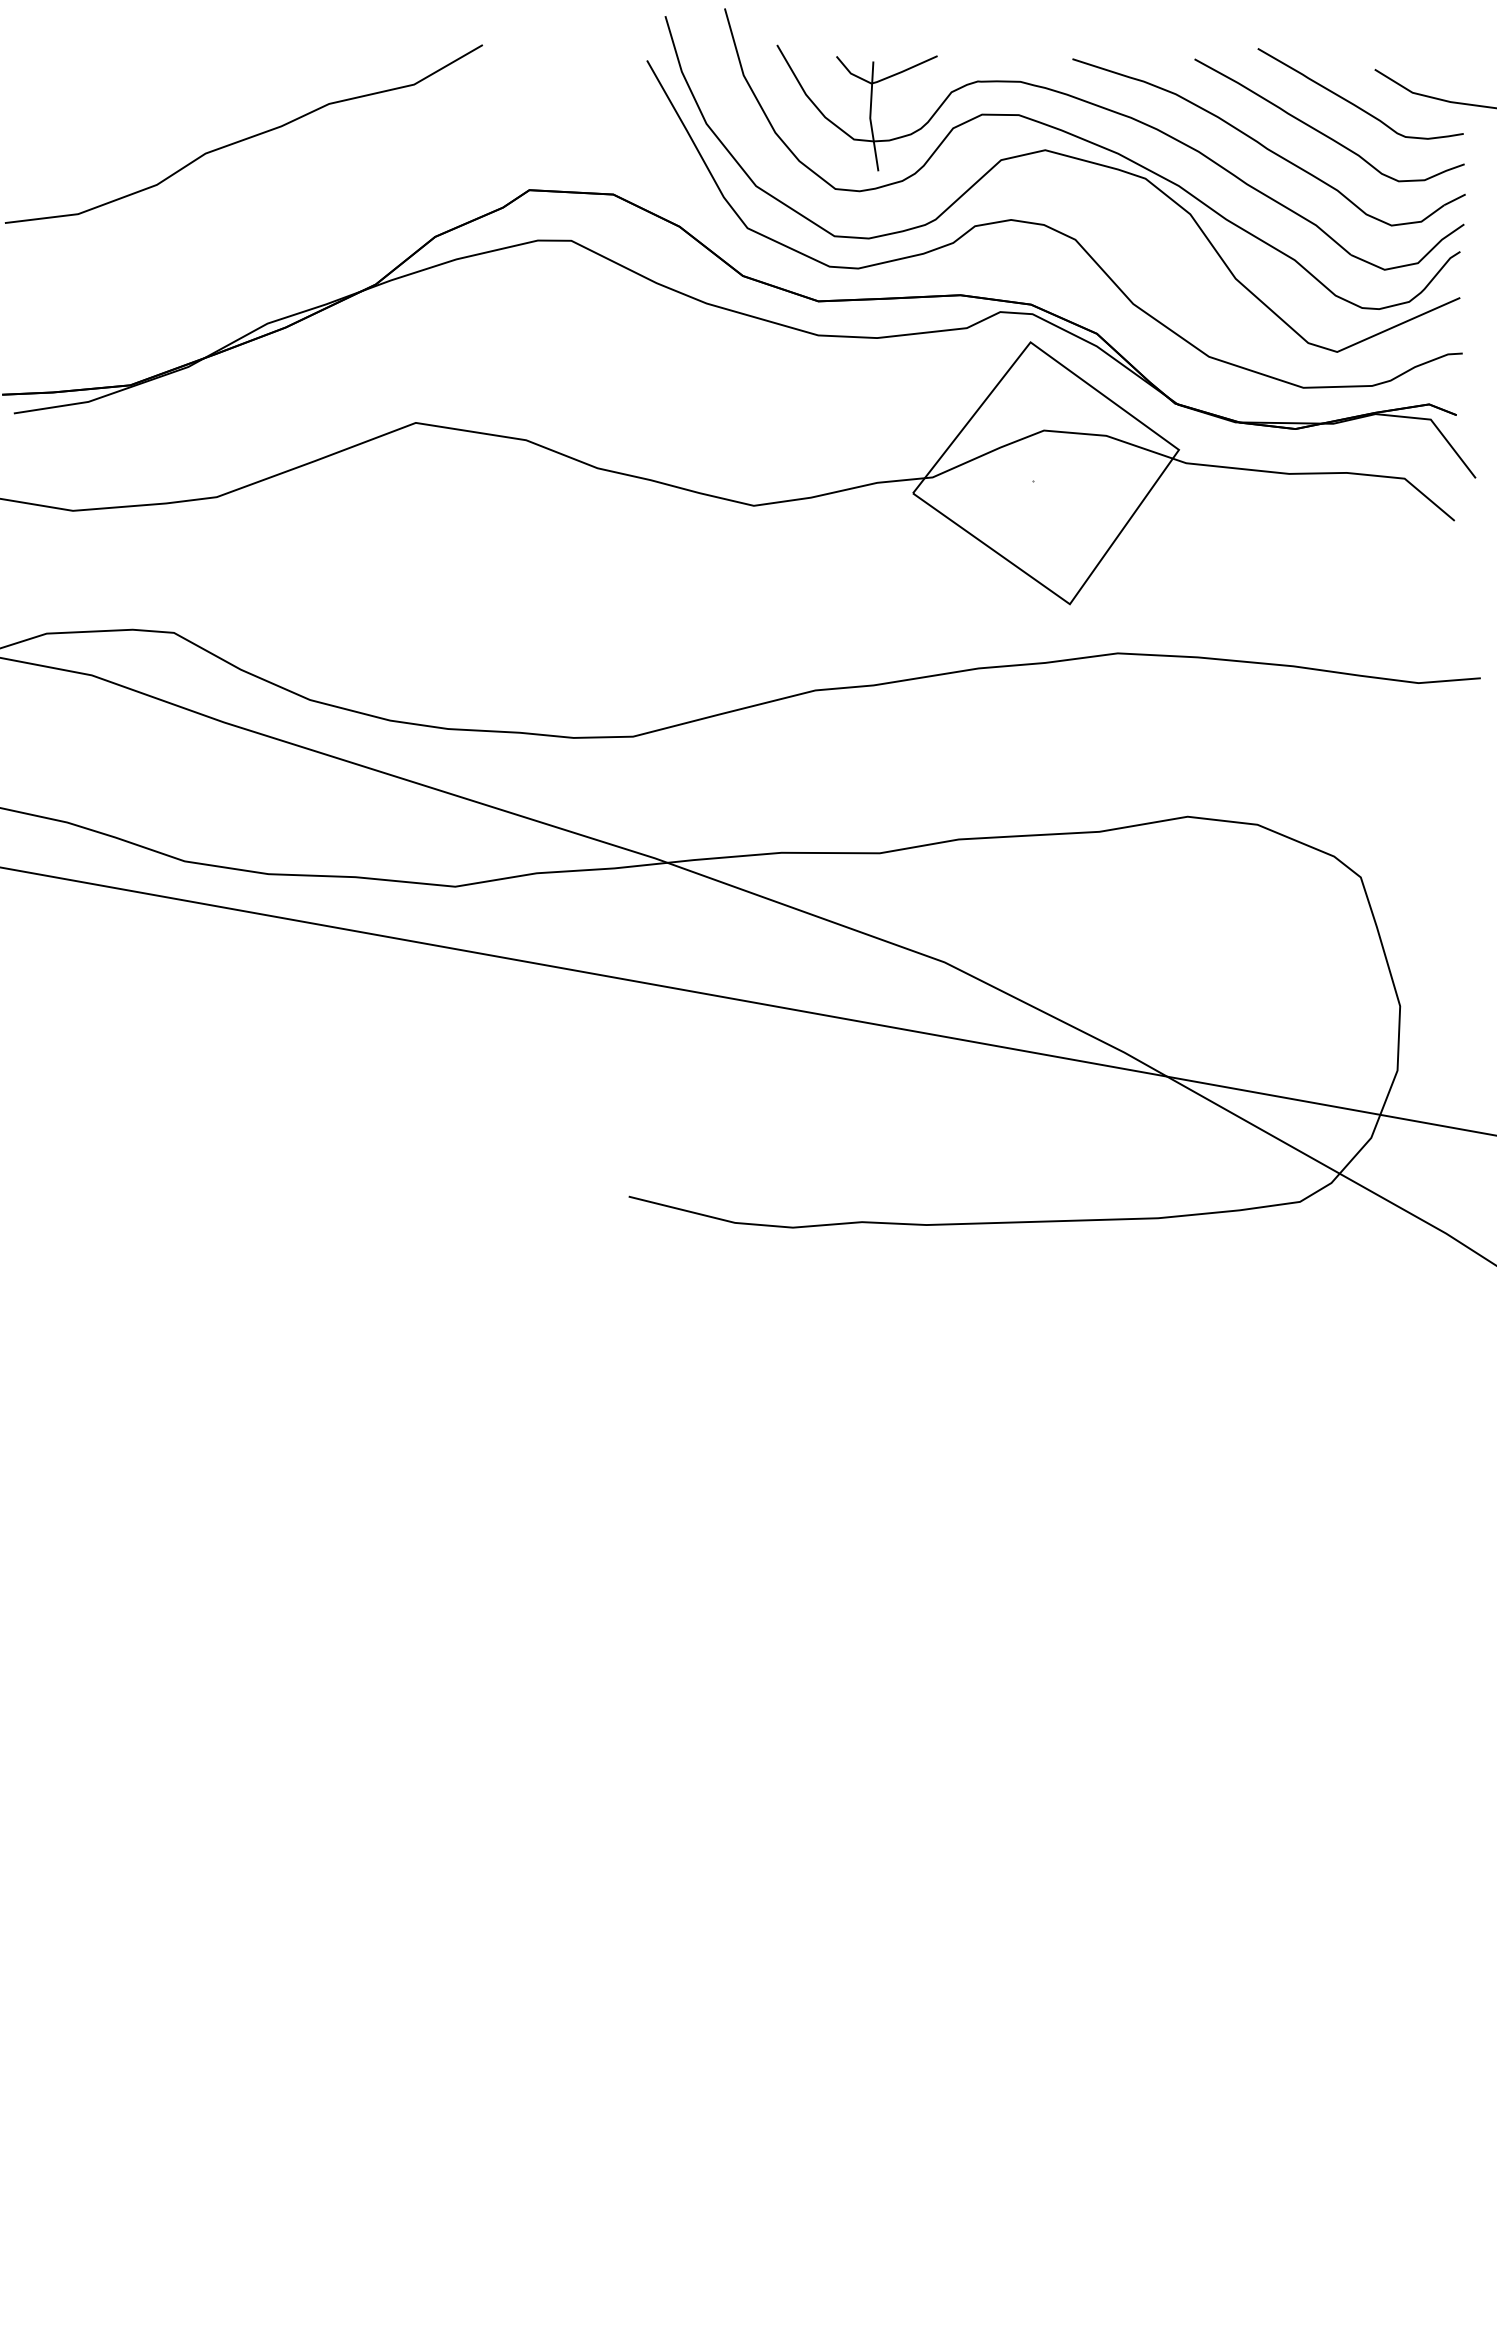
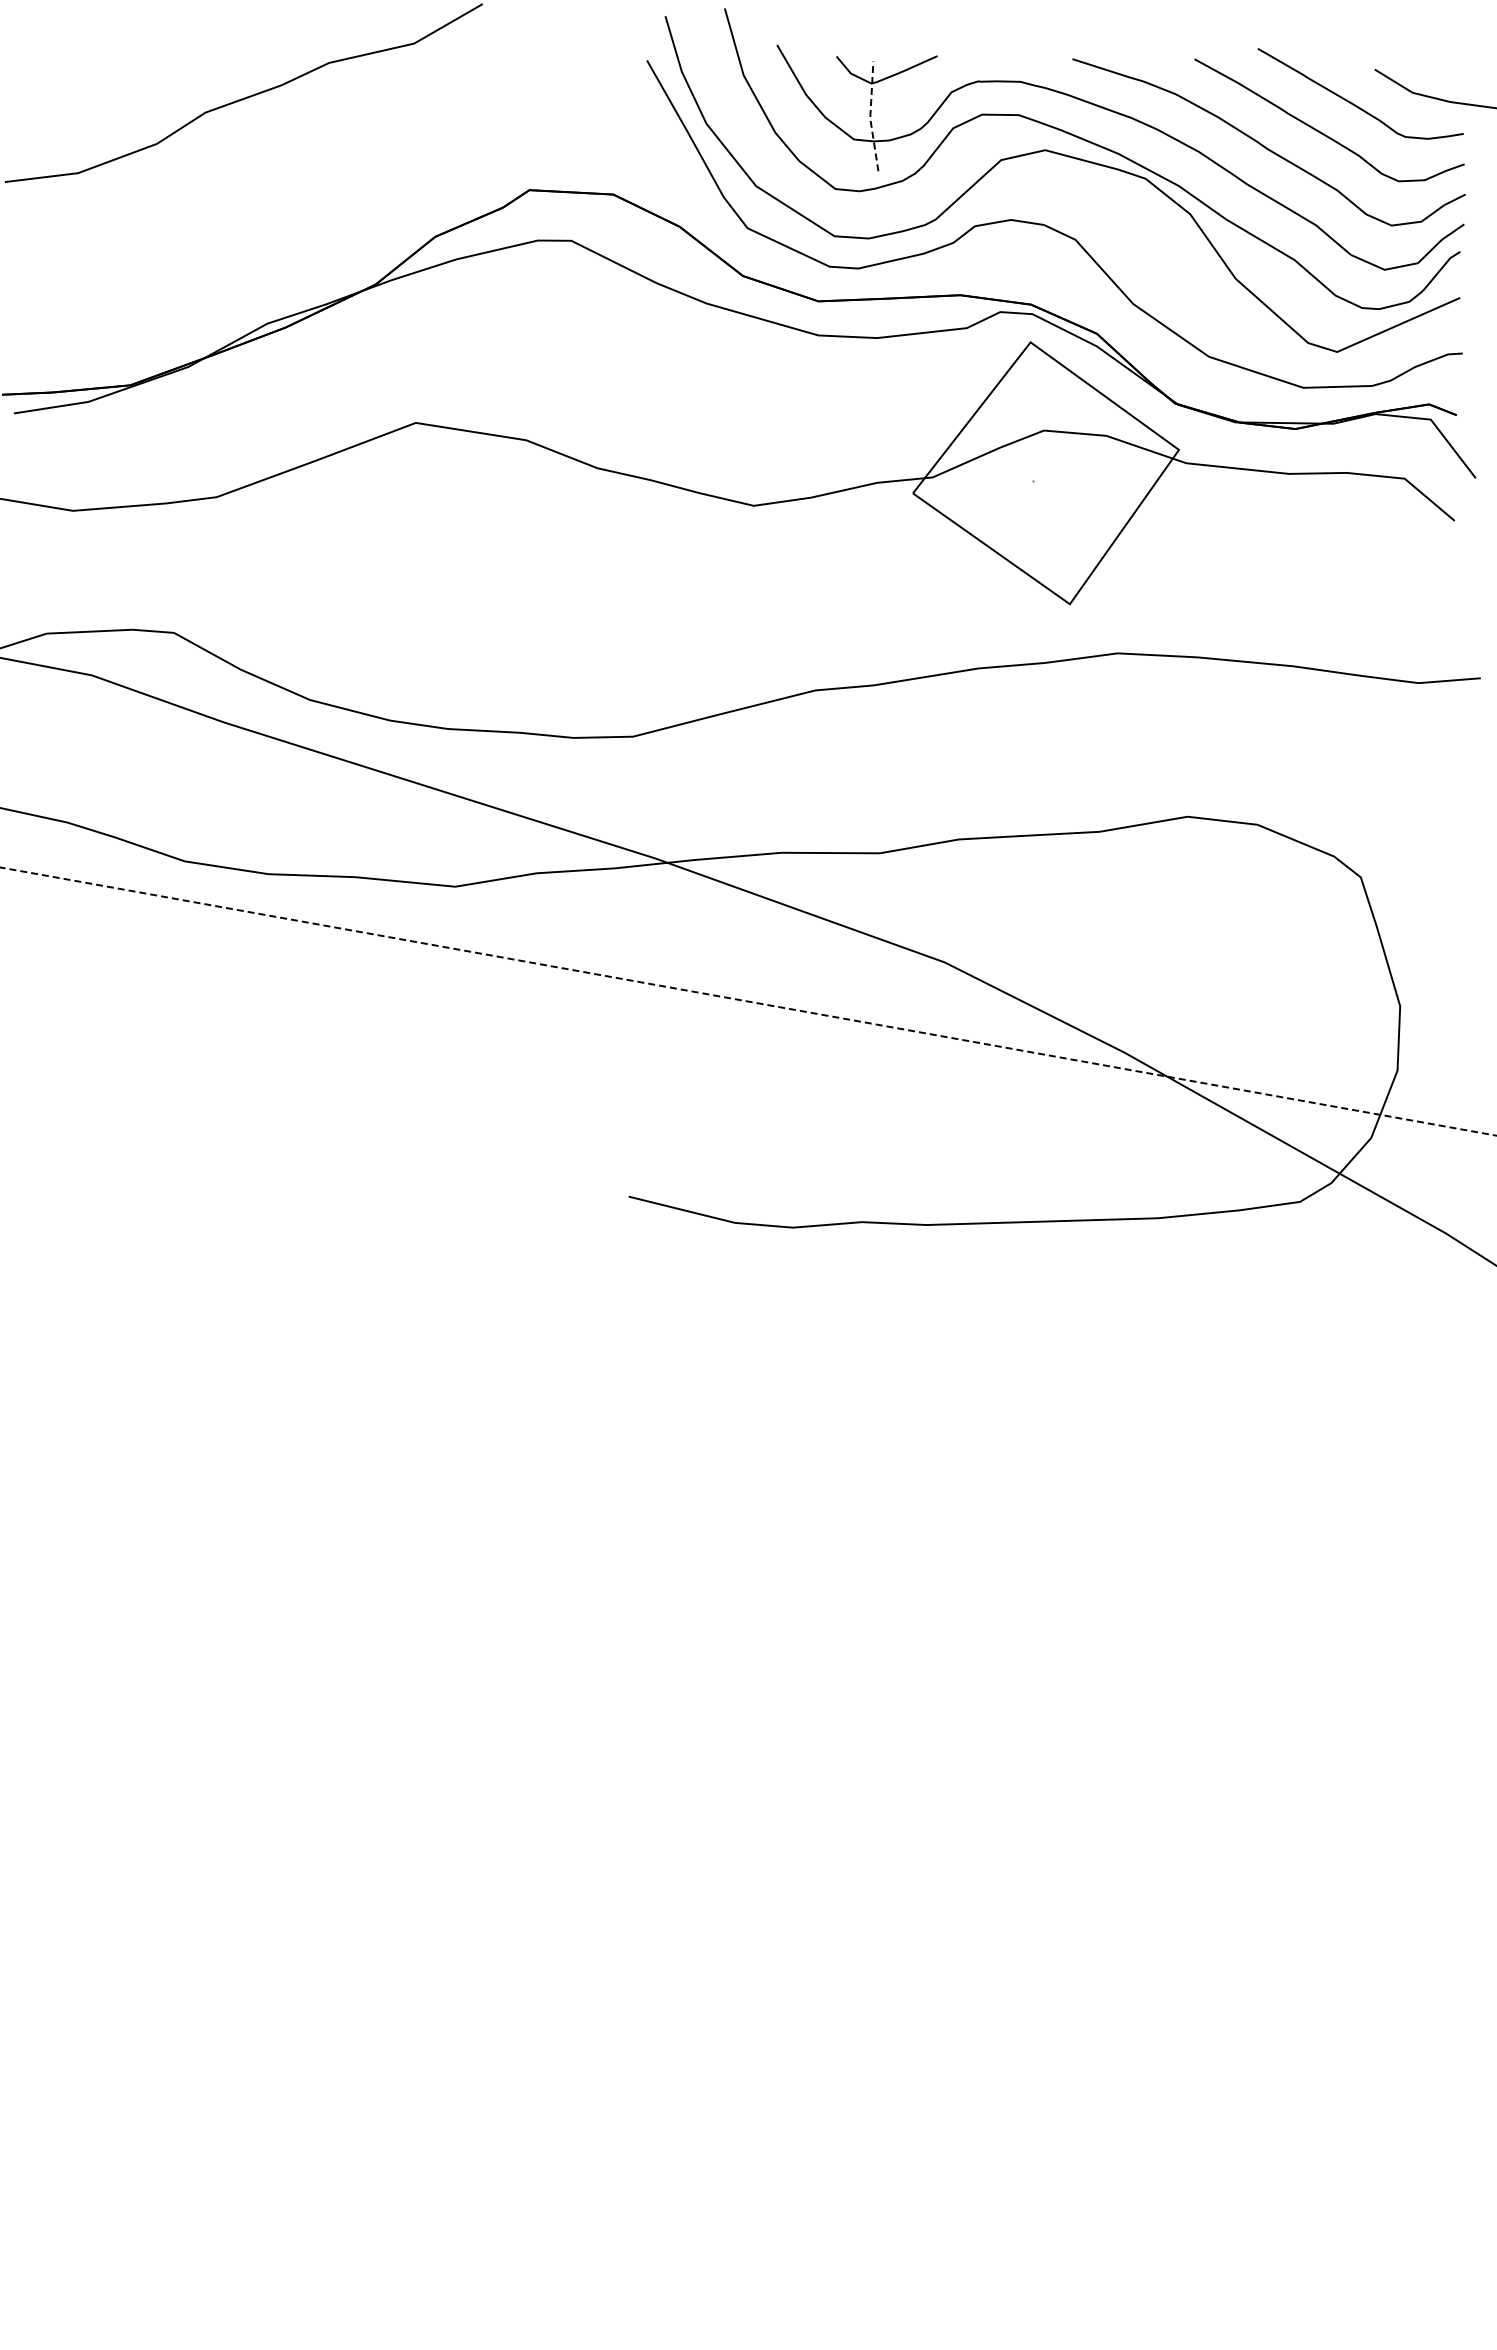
line at (870, 117): solid -> dashed
curve at (246, 137) position: (246, 137) -> (246, 96)
line at (748, 1001): solid -> dashed
